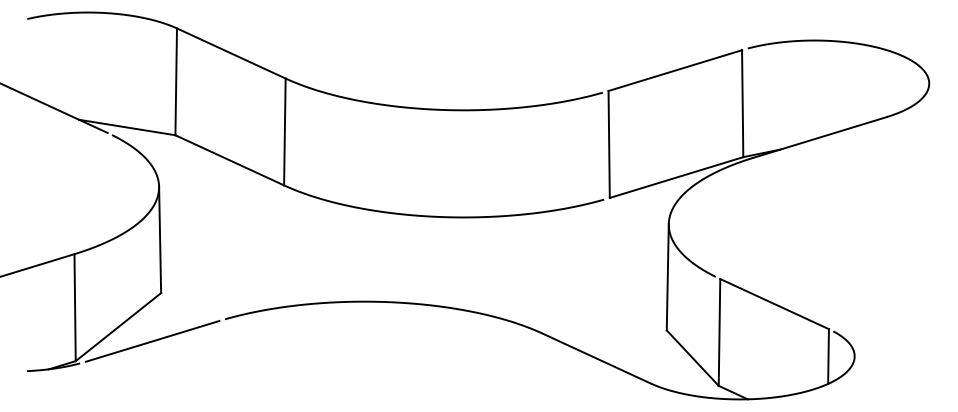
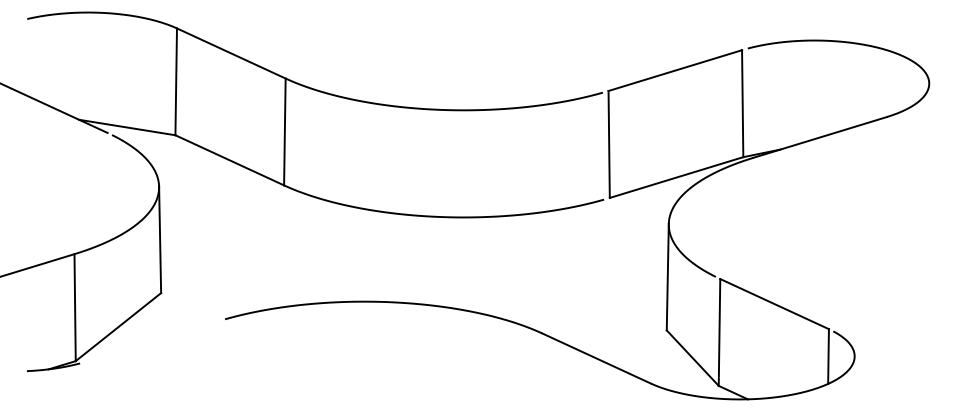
line at (152, 341): present -> none
